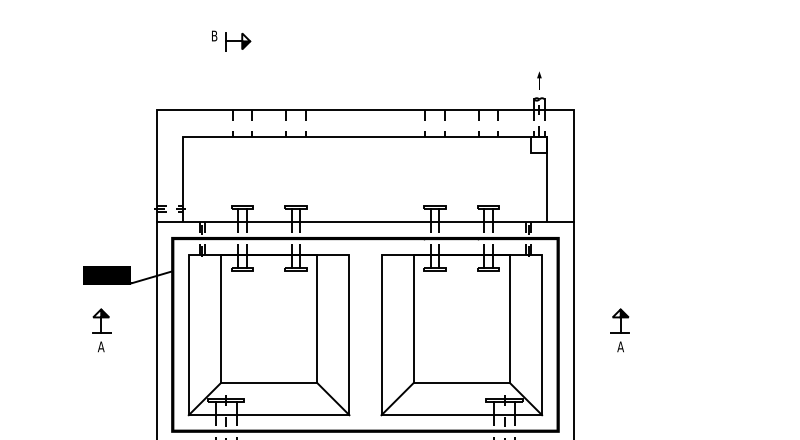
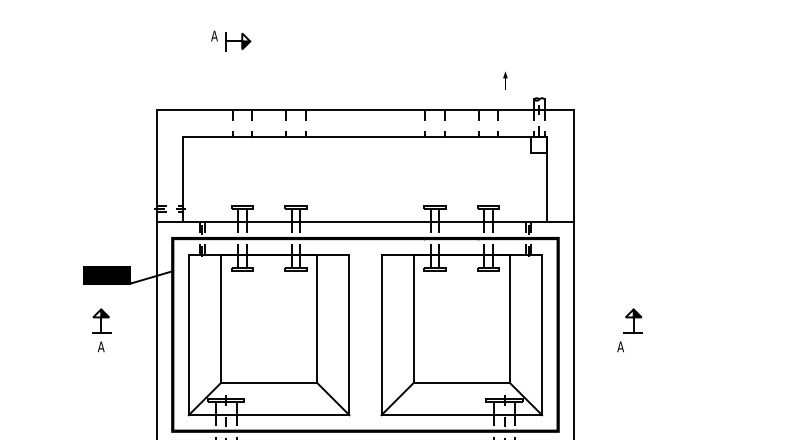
text at (214, 35): B -> A
part at (539, 80) position: (539, 80) -> (505, 80)
part at (619, 320) position: (619, 320) -> (632, 320)
